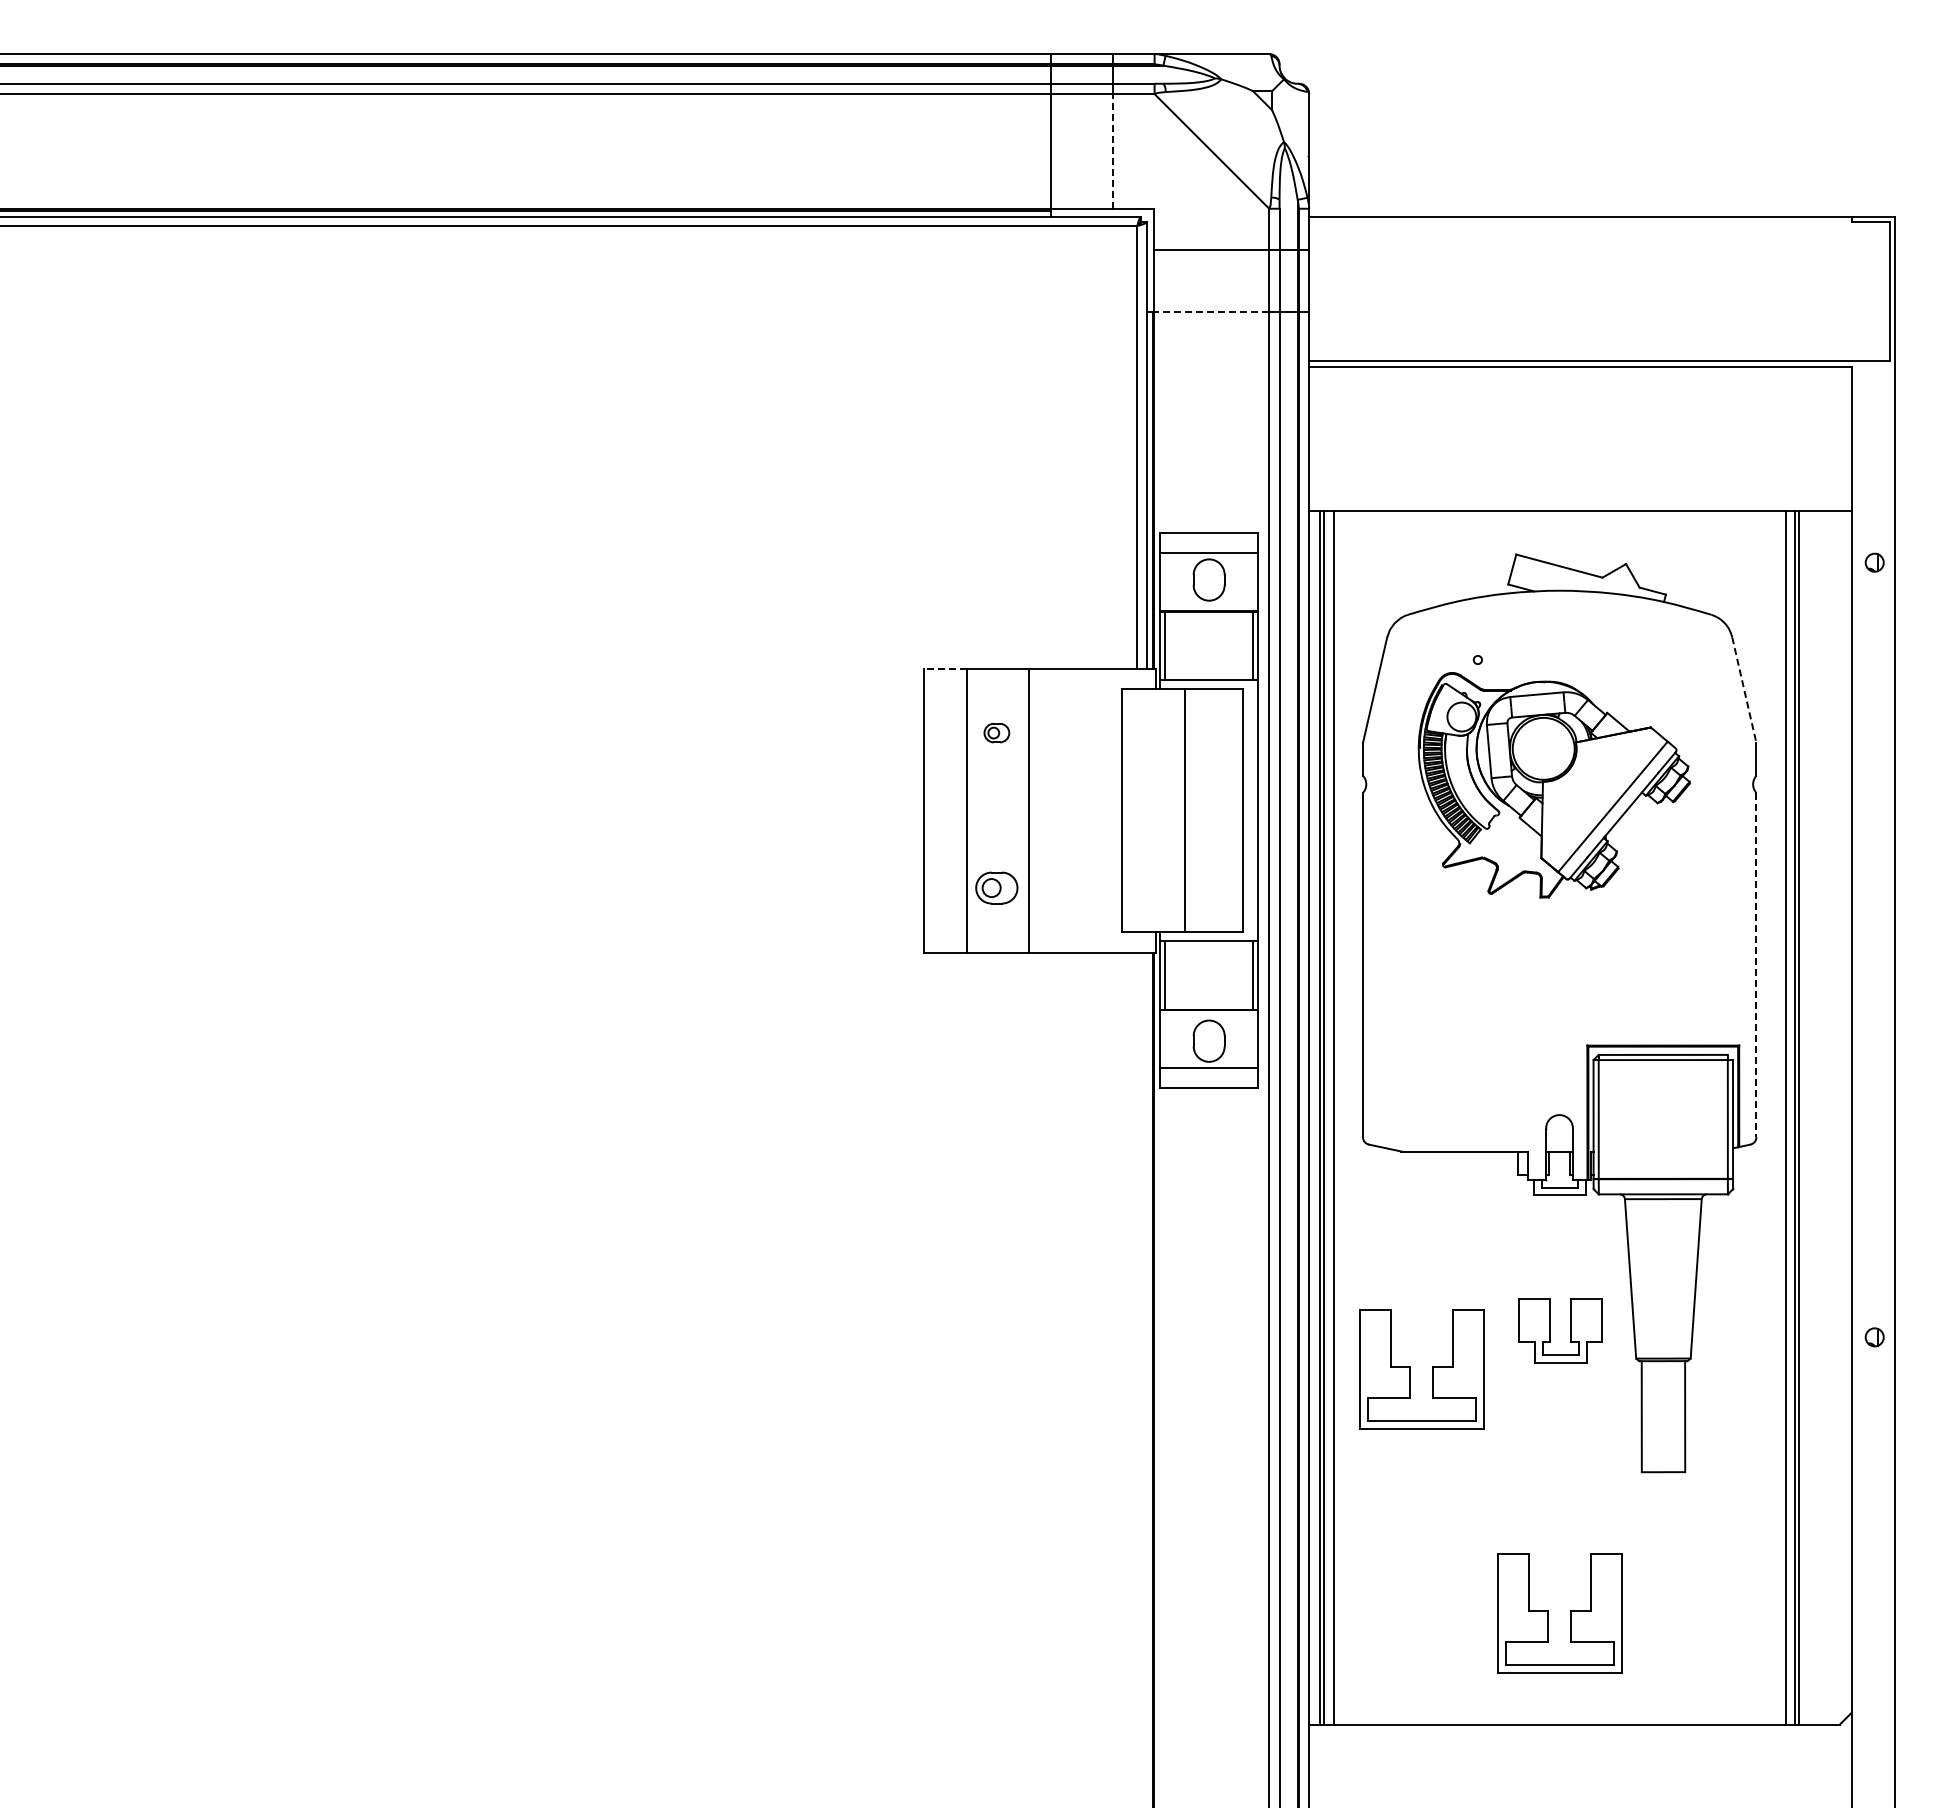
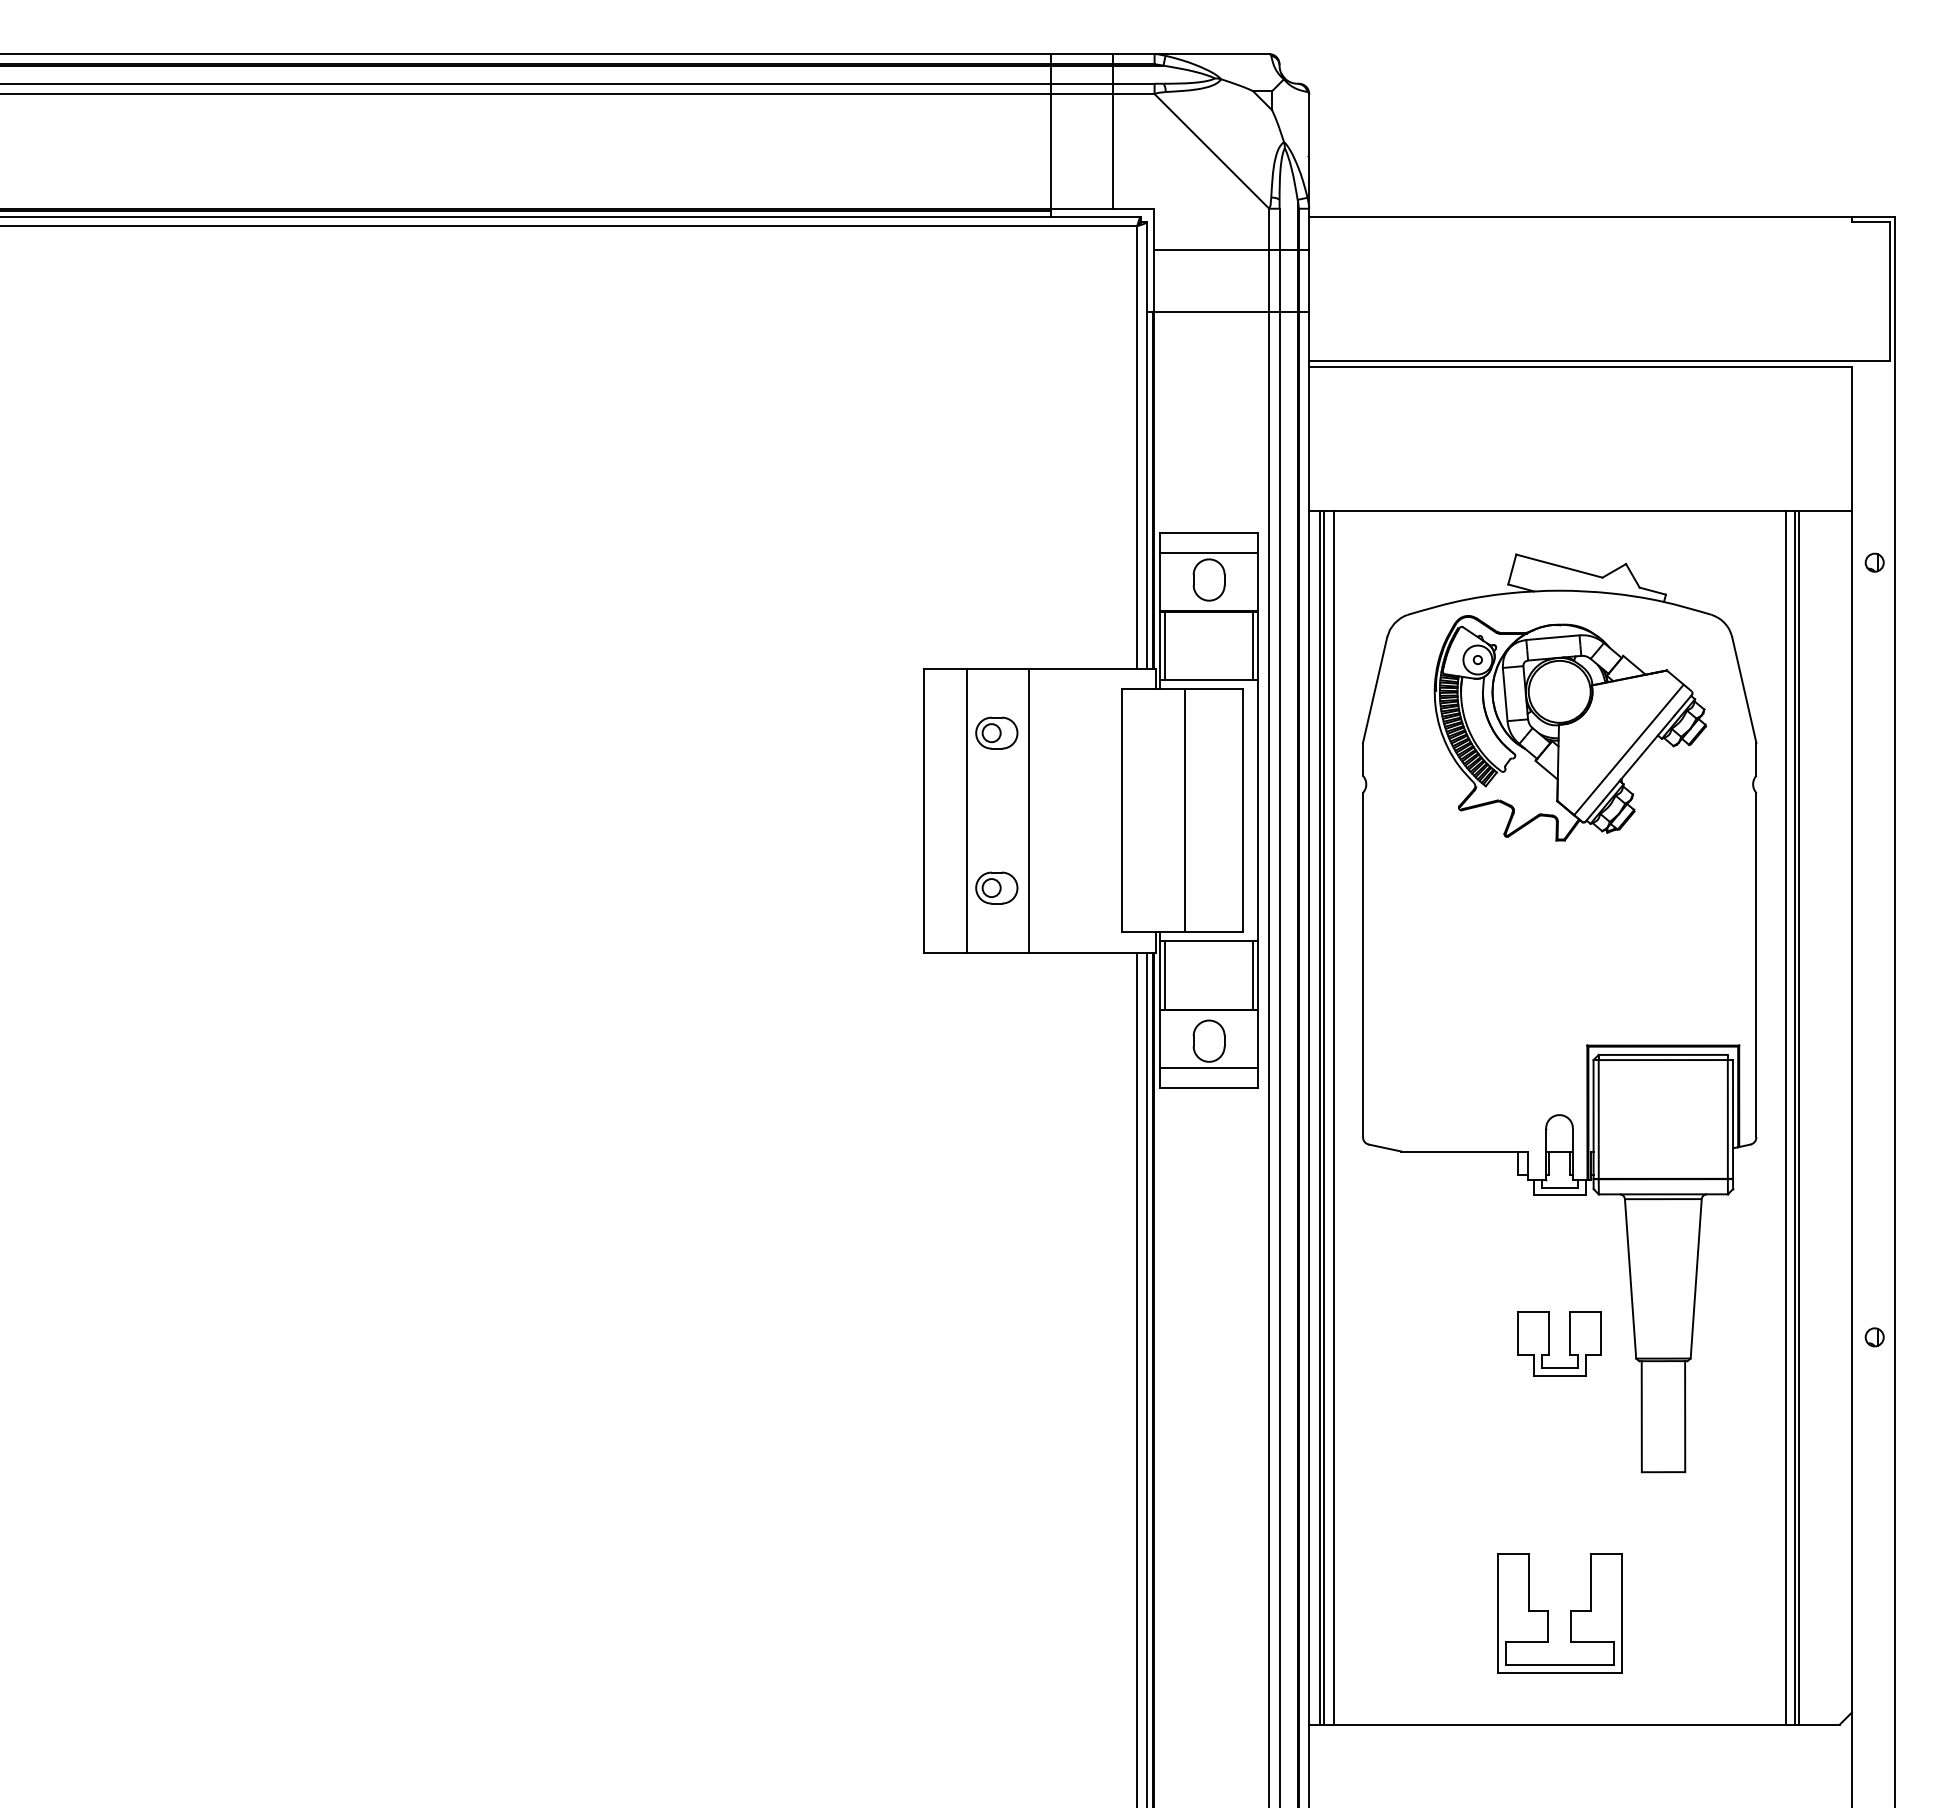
line at (1113, 151): dashed -> solid
line at (1211, 312): dashed -> solid
line at (945, 668): dashed -> solid
line at (1744, 690): dashed -> solid
part at (996, 733) size: 28x21 px -> 44x34 px
part at (1553, 785) position: (1553, 785) -> (1569, 728)
line at (1756, 965): dashed -> solid
part at (1550, 1330) position: (1550, 1330) -> (1549, 1343)
part at (1410, 1369): present -> none
line at (1137, 1378): none -> present
line at (1146, 1378): none -> present
